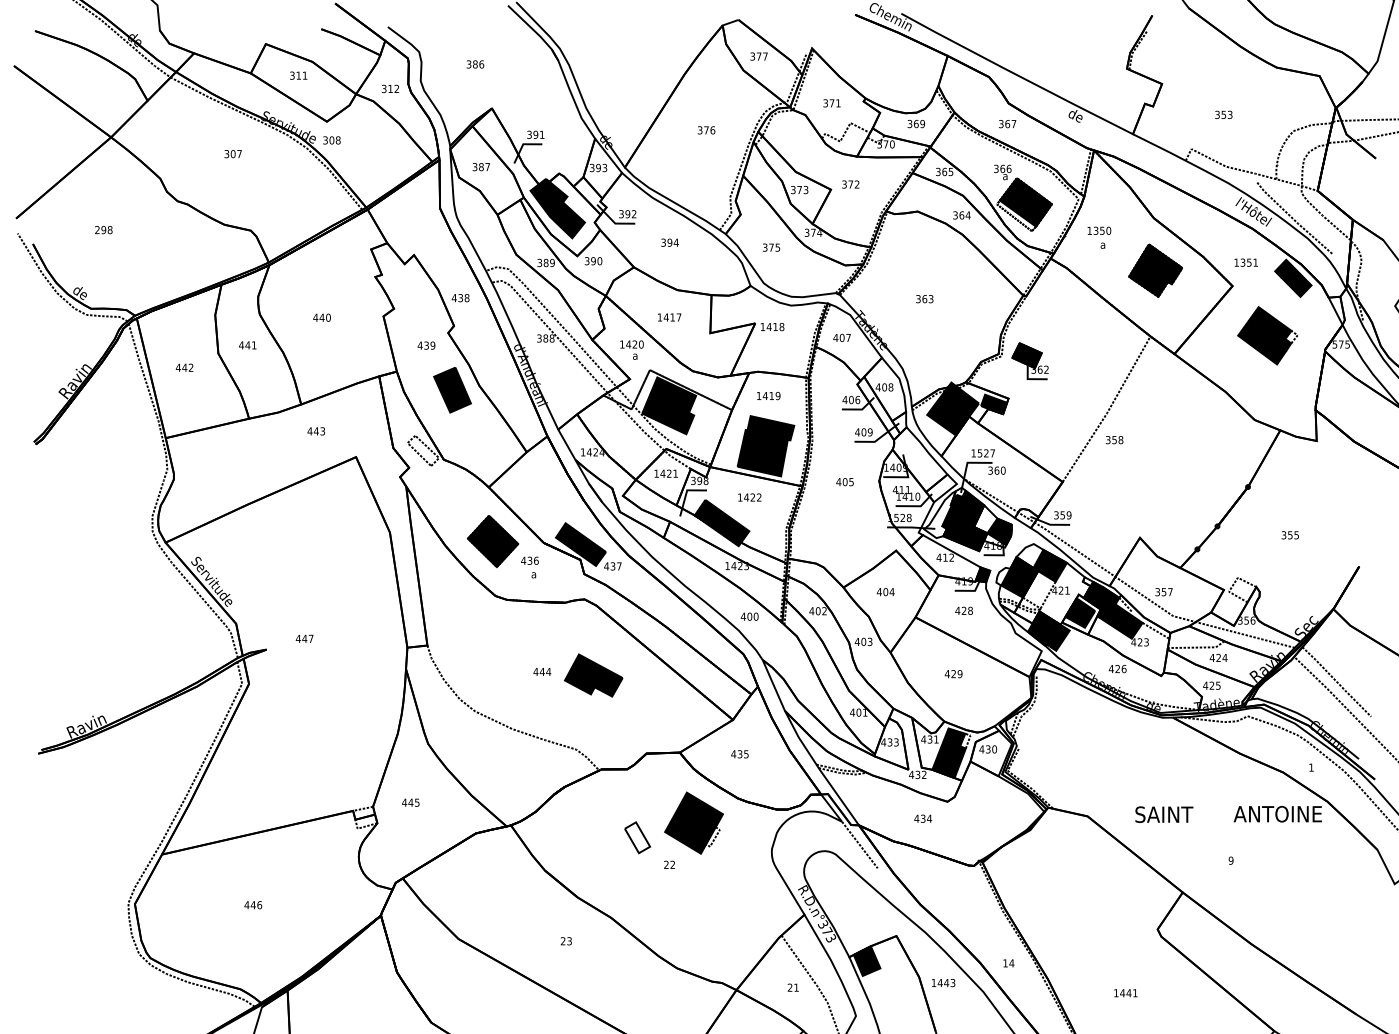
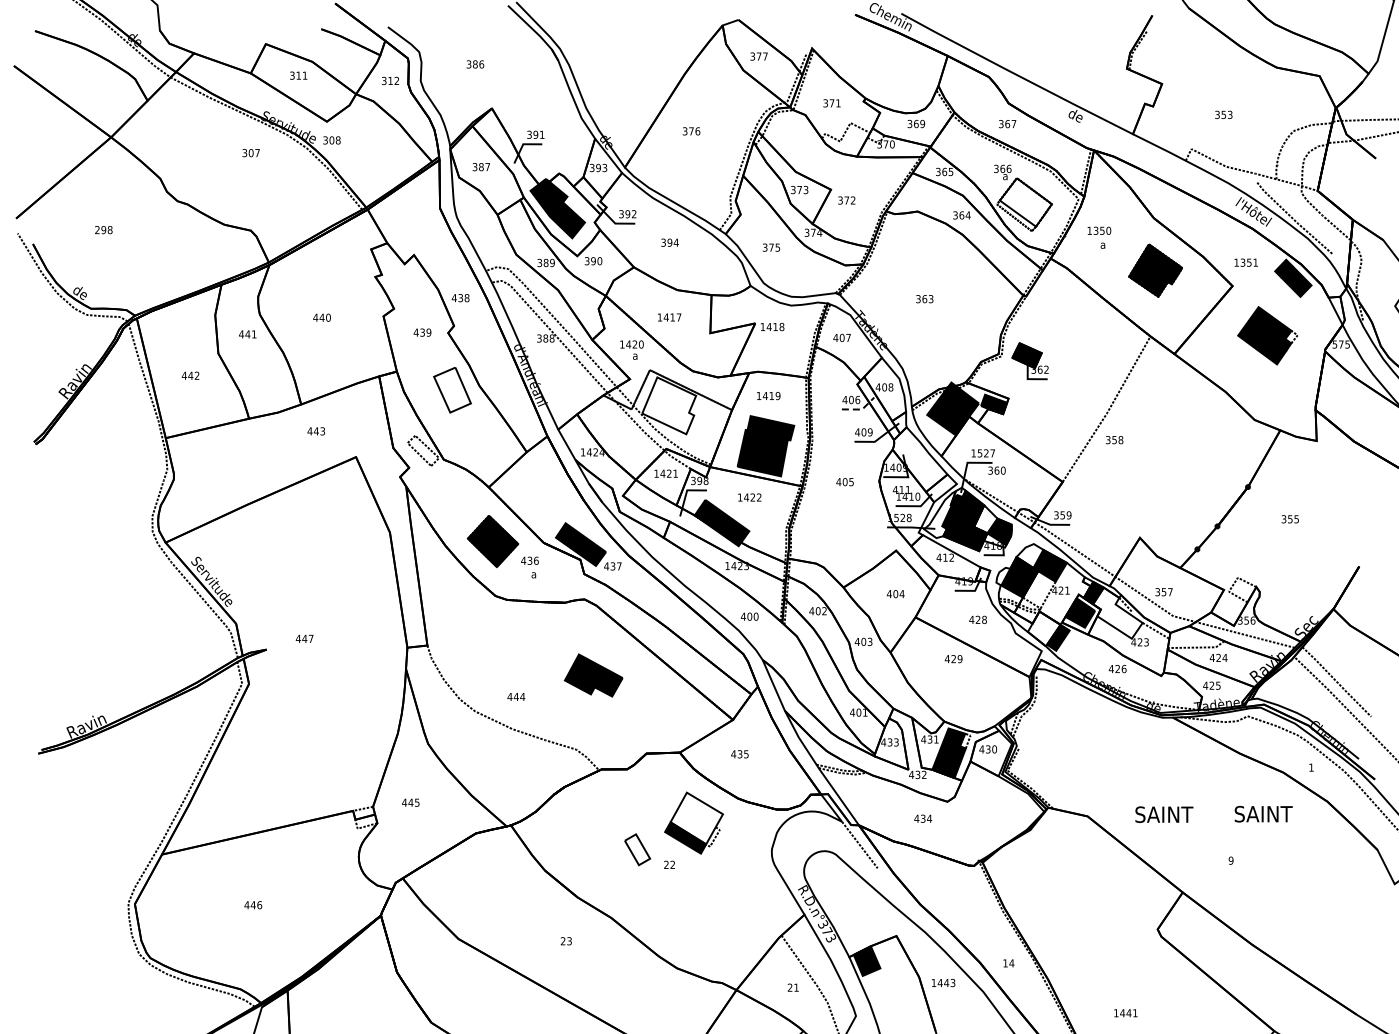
text at (390, 88) position: (390, 88) -> (390, 80)
text at (706, 130) position: (706, 130) -> (691, 131)
text at (232, 154) position: (232, 154) -> (250, 153)
text at (850, 184) position: (850, 184) -> (846, 200)
fill at (1025, 202): present -> none
text at (247, 345) position: (247, 345) -> (247, 334)
text at (426, 345) position: (426, 345) -> (422, 332)
text at (184, 367) position: (184, 367) -> (190, 375)
fill at (452, 389): present -> none
fill at (669, 405): present -> none
line at (861, 409): solid -> dashed
text at (1289, 535) position: (1289, 535) -> (1289, 519)
fill at (982, 574): present -> none
text at (885, 592) position: (885, 592) -> (895, 594)
text at (963, 610) position: (963, 610) -> (977, 619)
fill at (1117, 612): present -> none
fill at (1043, 628): present -> none
text at (542, 671) position: (542, 671) -> (516, 696)
text at (953, 674) position: (953, 674) -> (953, 659)
text at (1277, 813): ANTOINE -> SAINT
fill at (696, 818): present -> none
part at (637, 837) position: (637, 837) -> (637, 849)
text at (1125, 993) position: (1125, 993) -> (1125, 1013)
